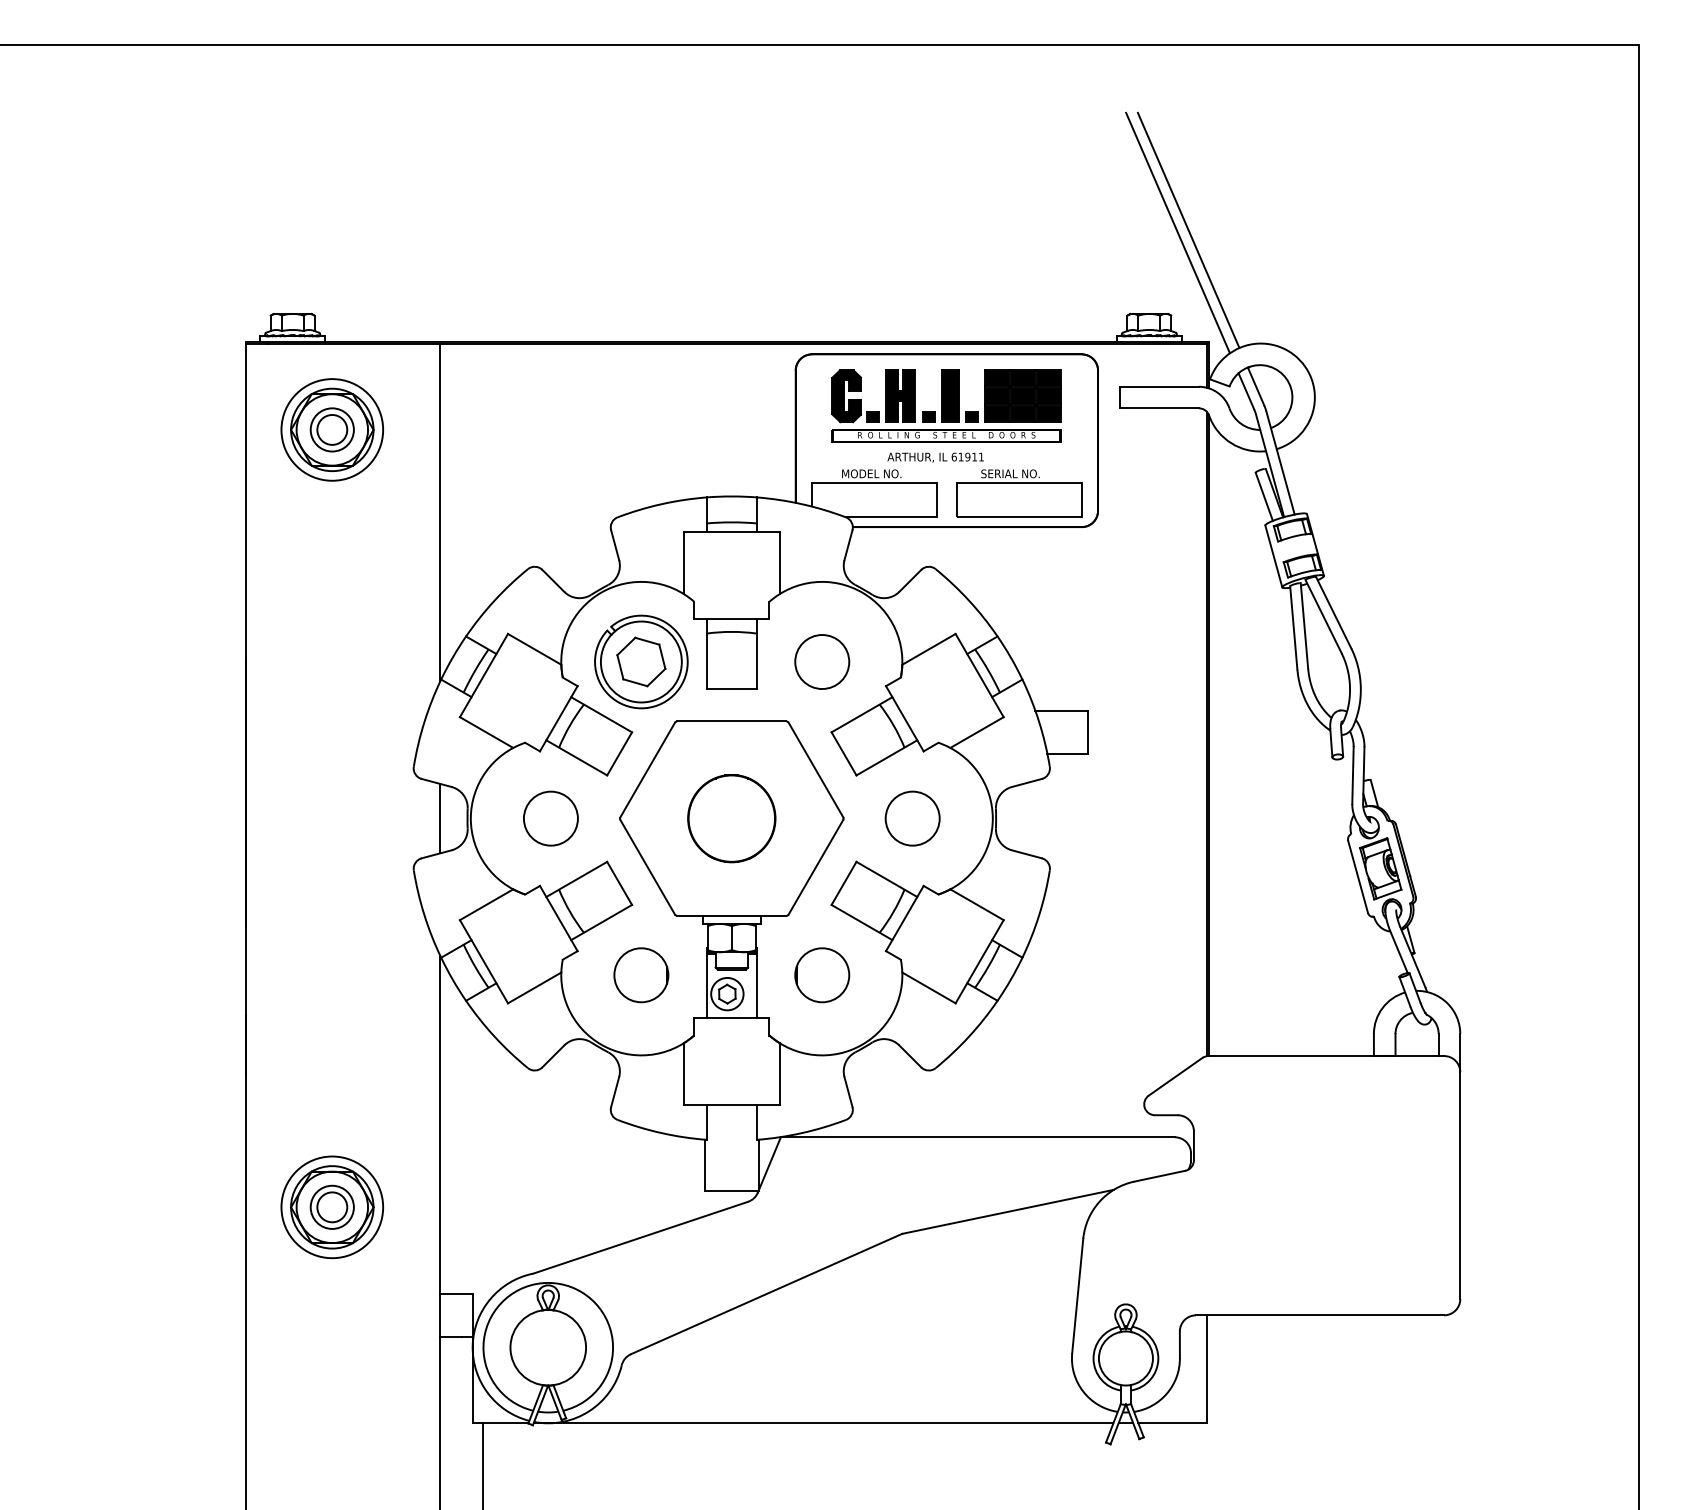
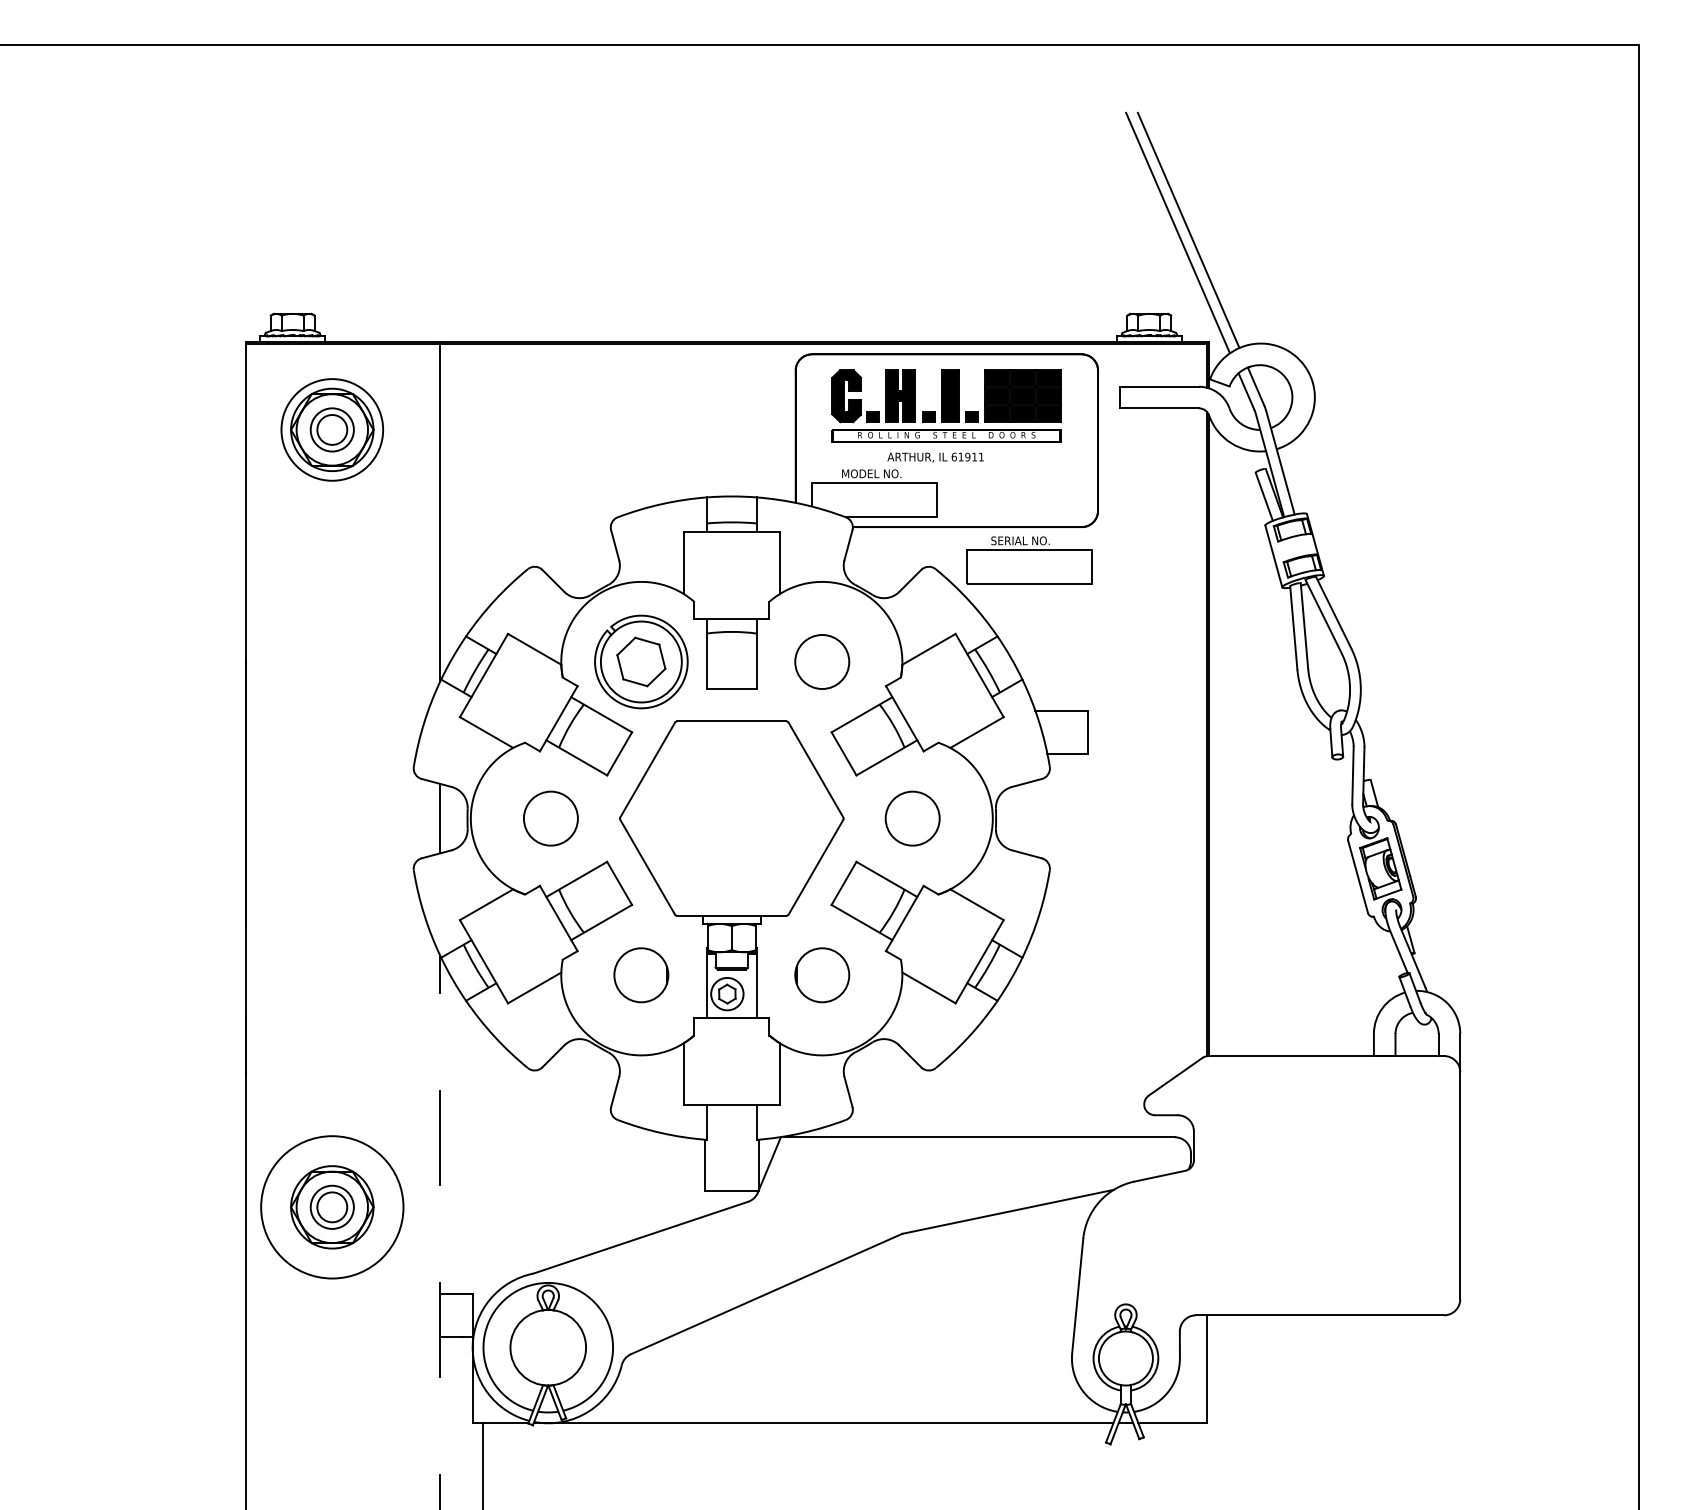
part at (1019, 493) position: (1019, 493) -> (1029, 560)
circle at (731, 818): present -> none
circle at (332, 1207) diameter: 102 px -> 142 px
line at (440, 1232): solid -> dashed
